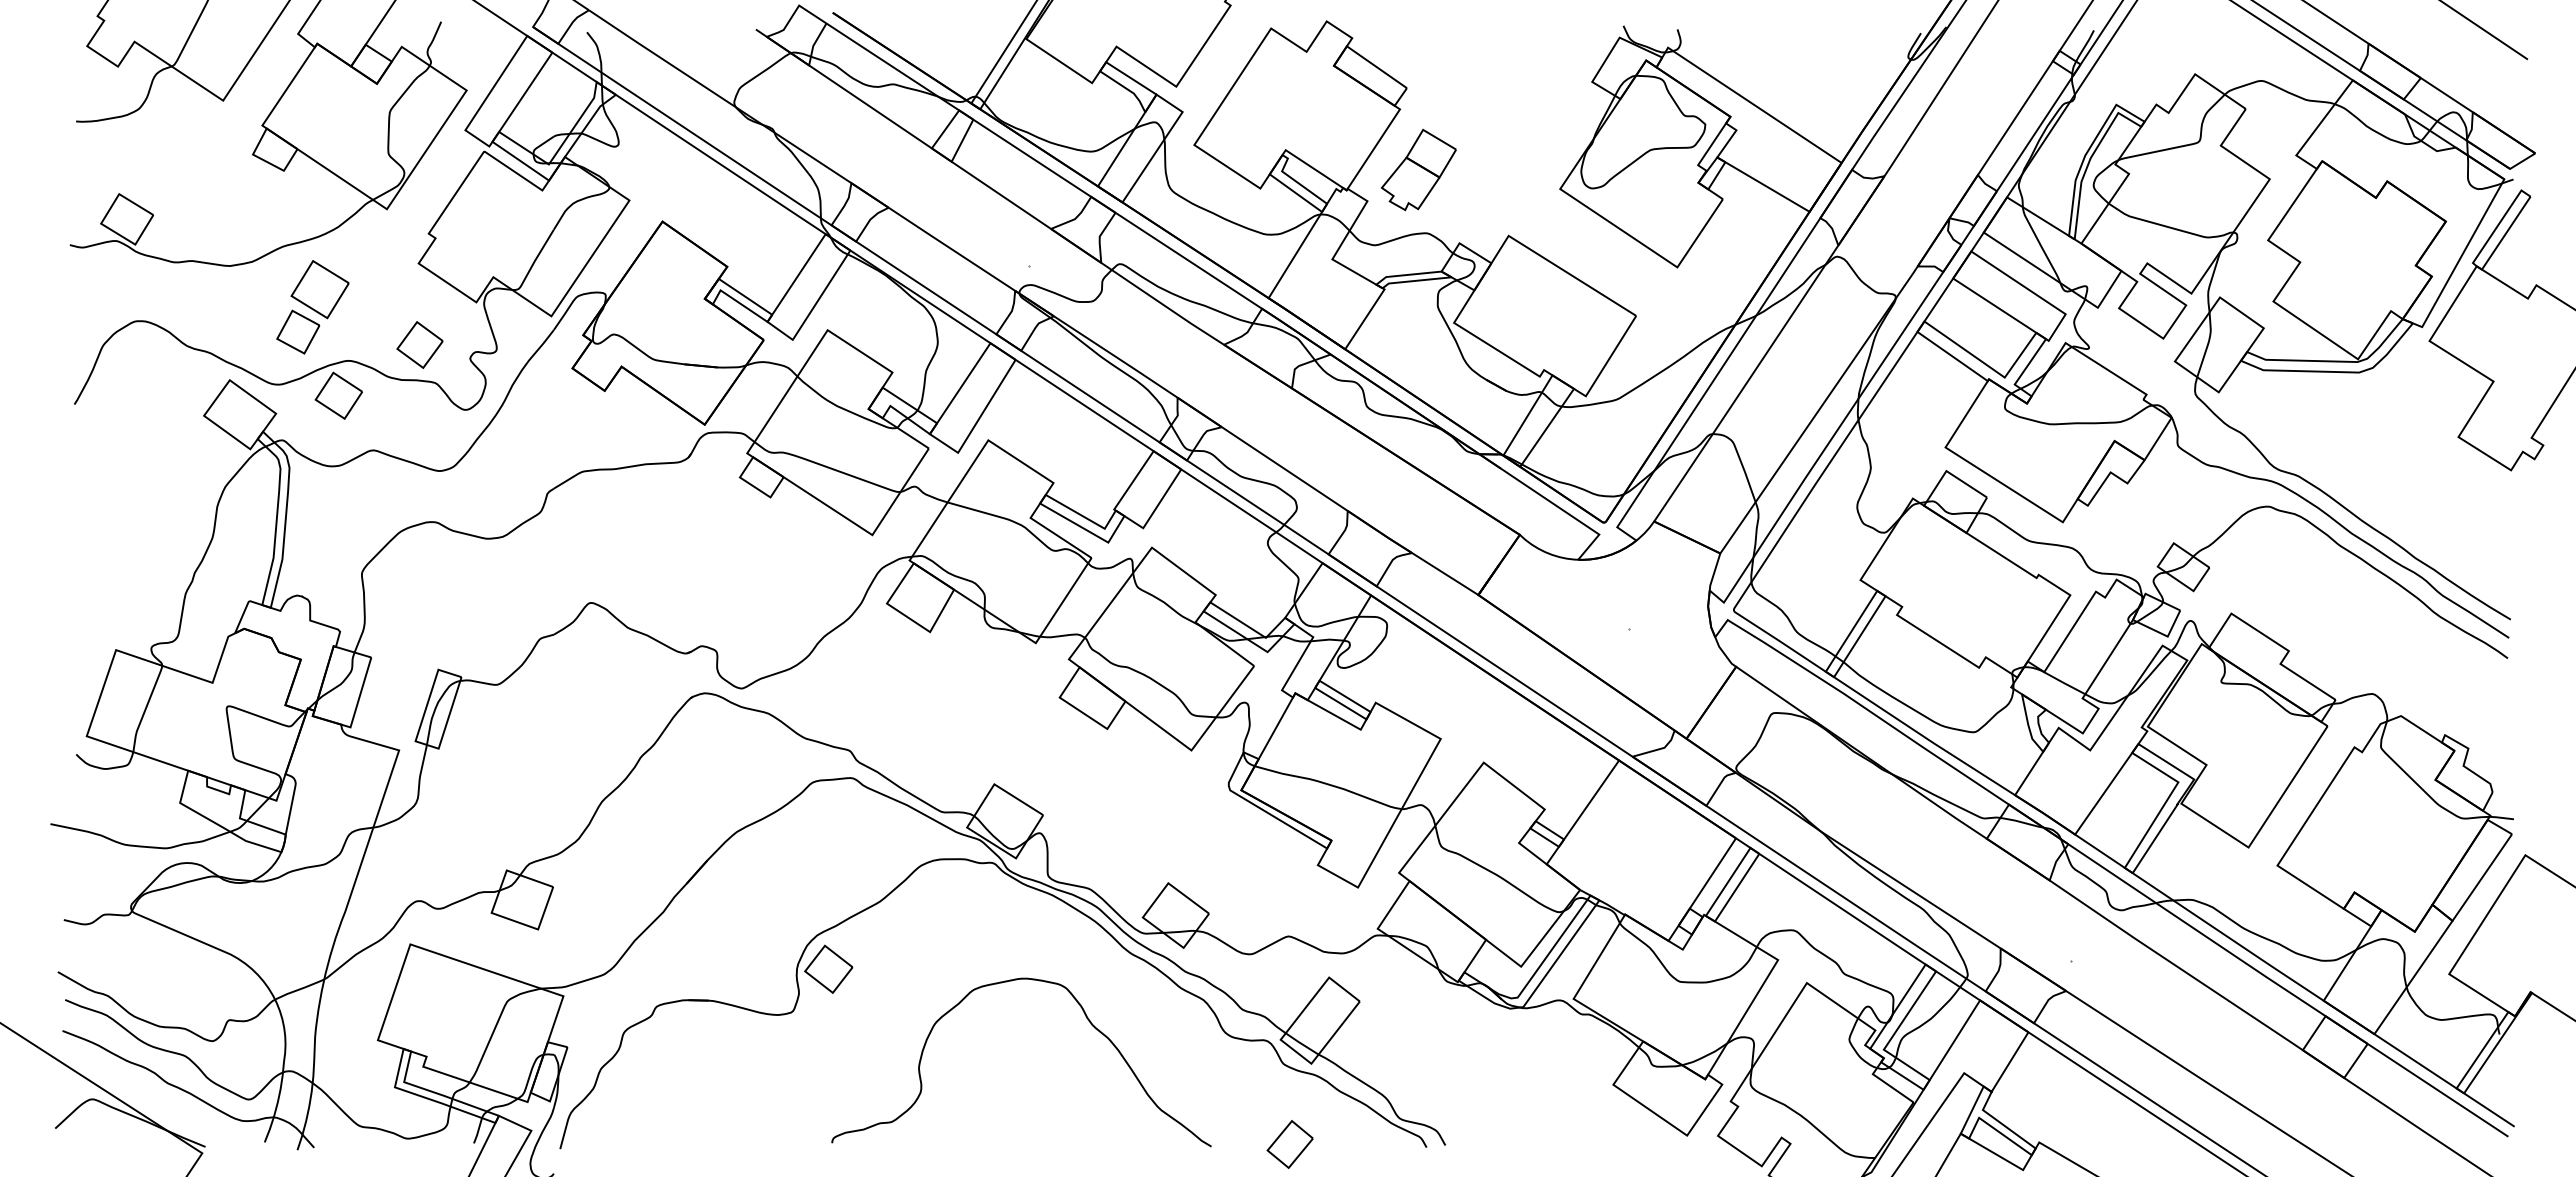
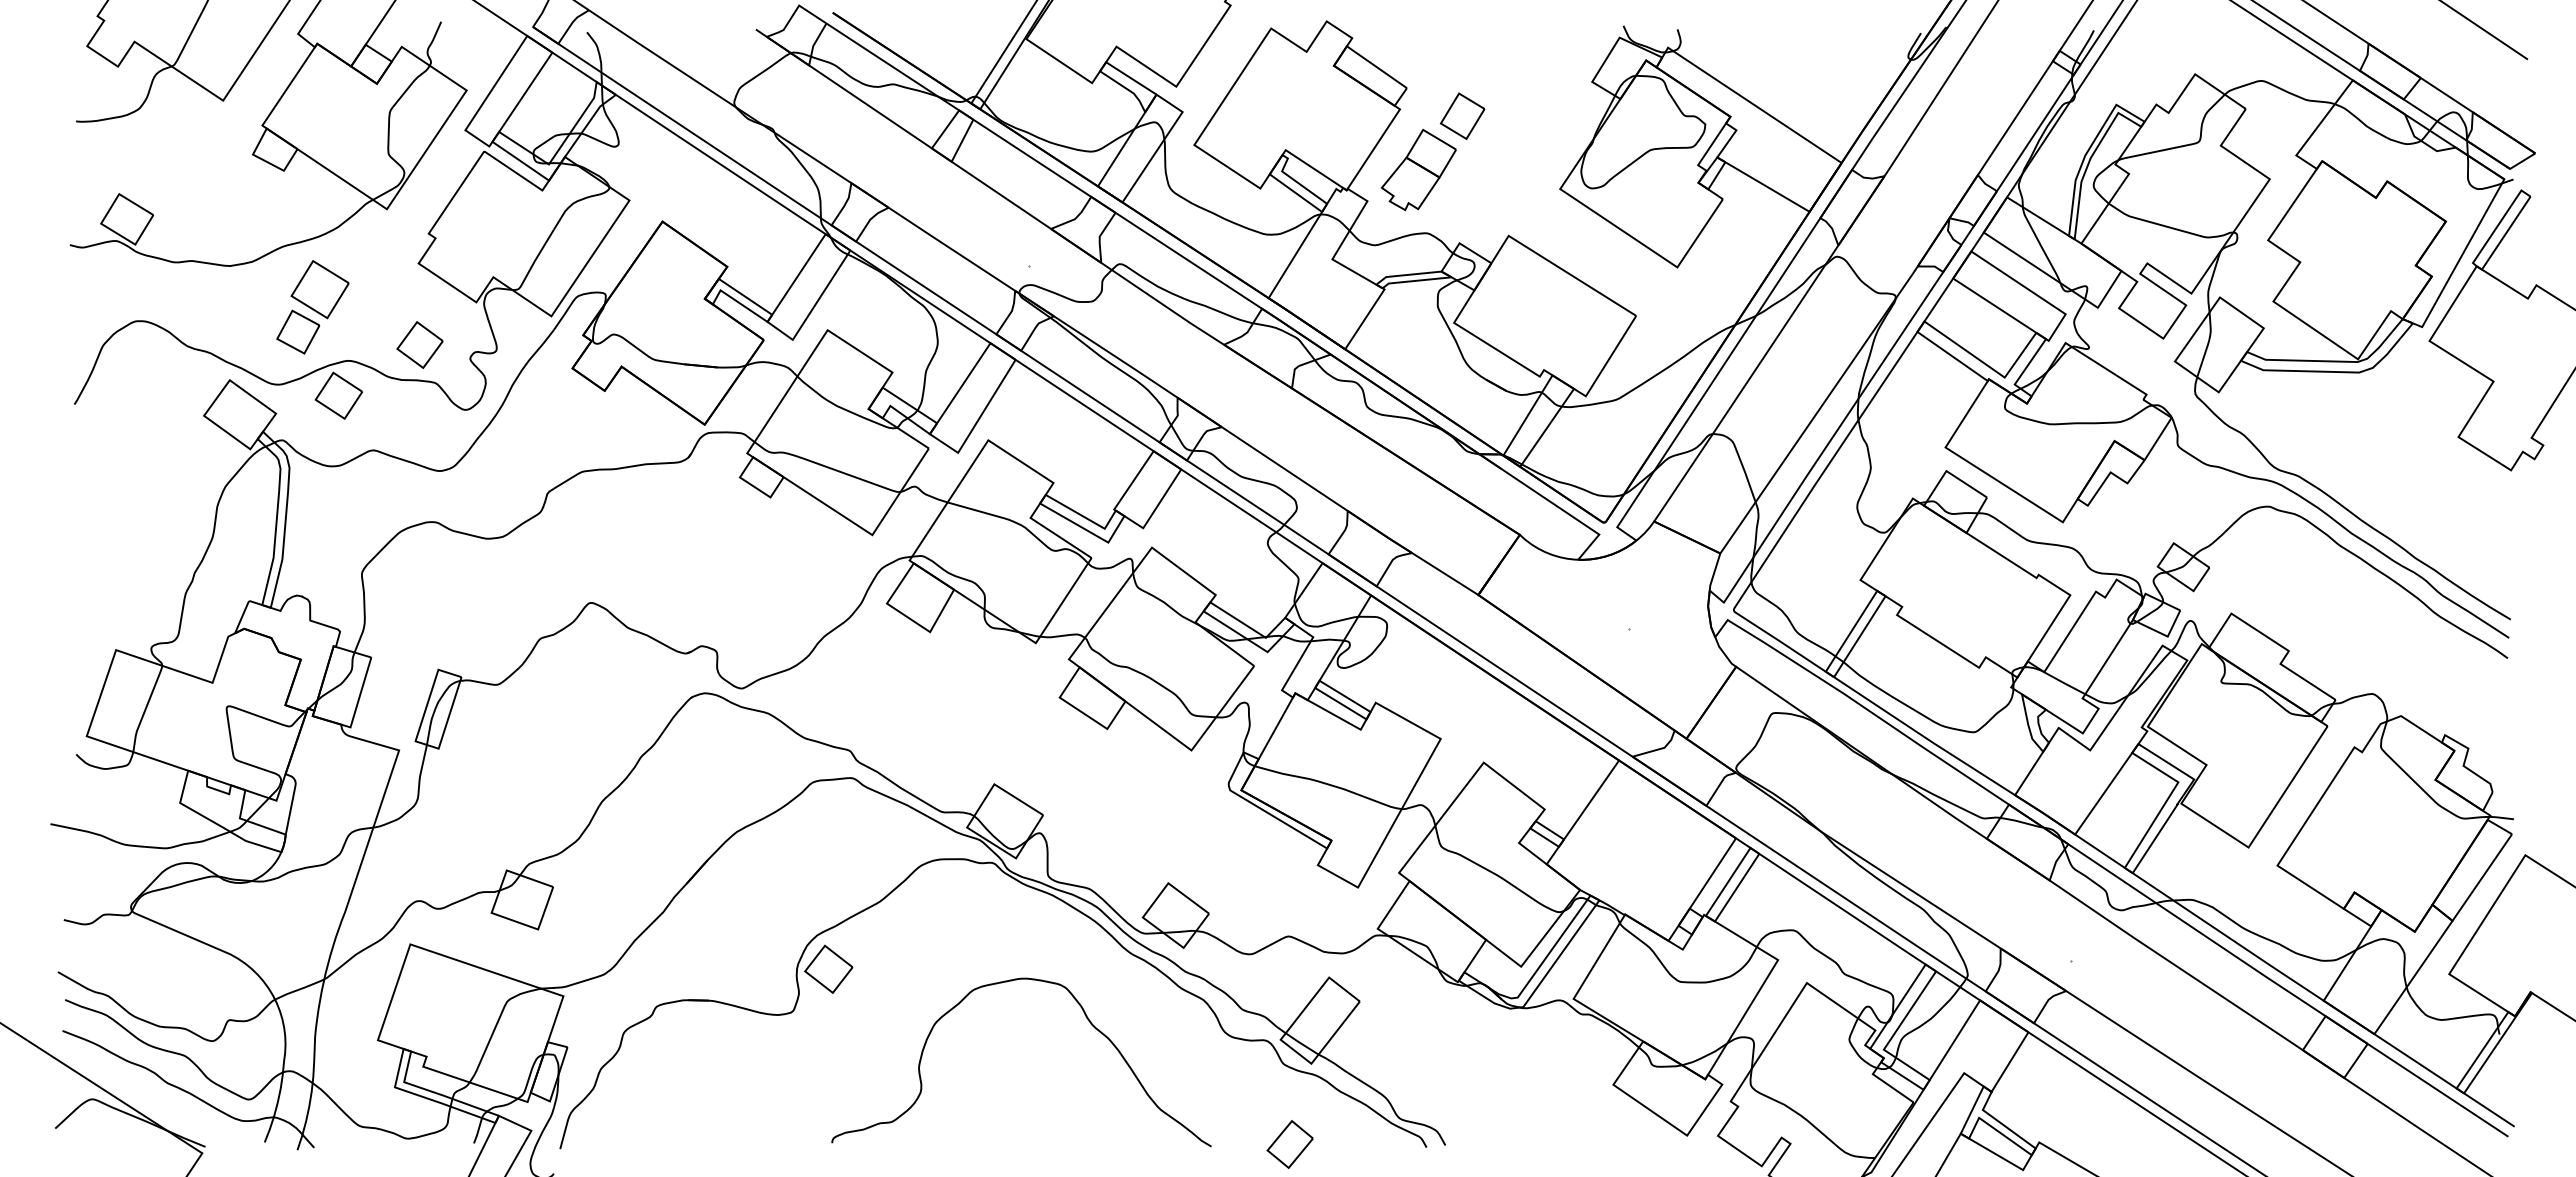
part at (1462, 115): none -> present
